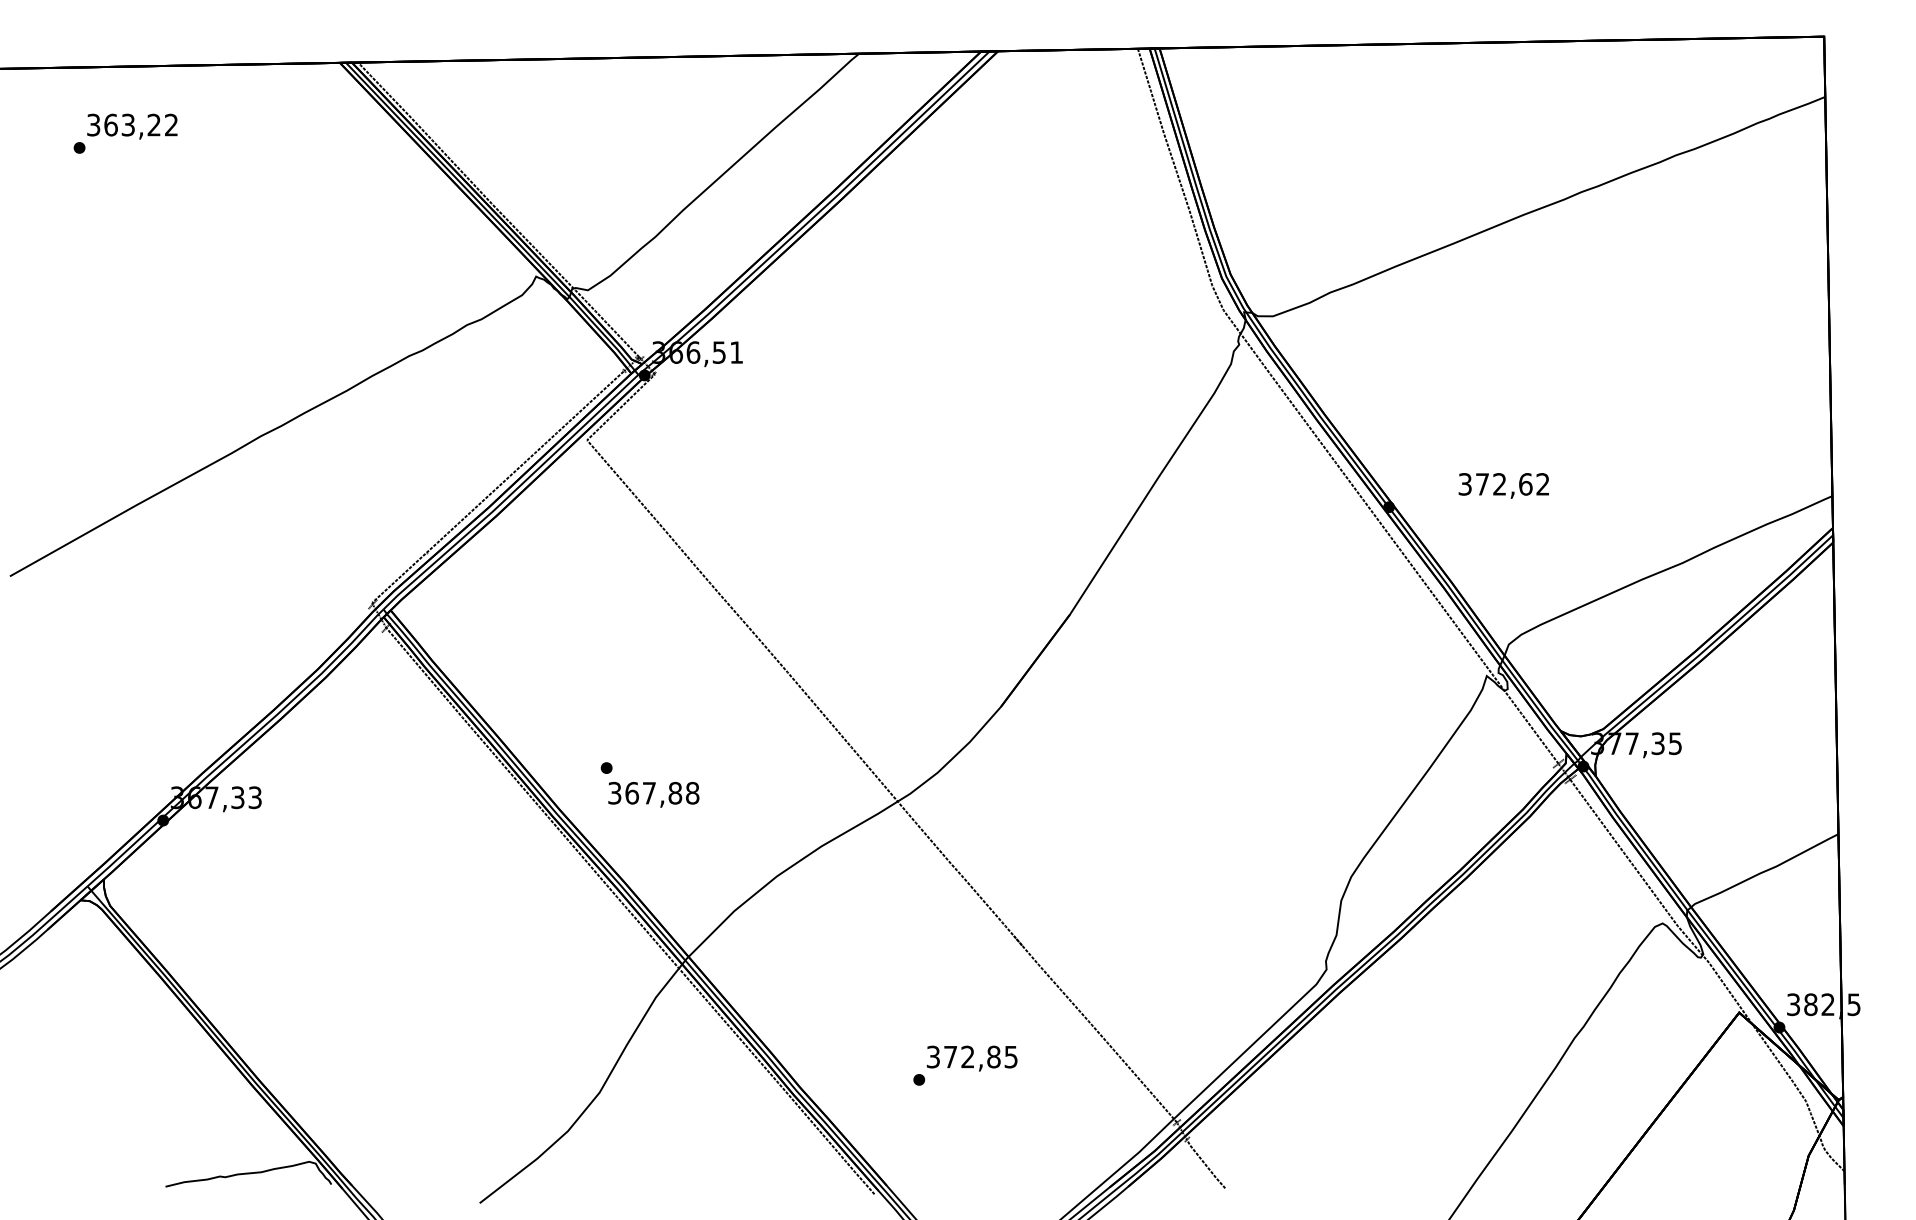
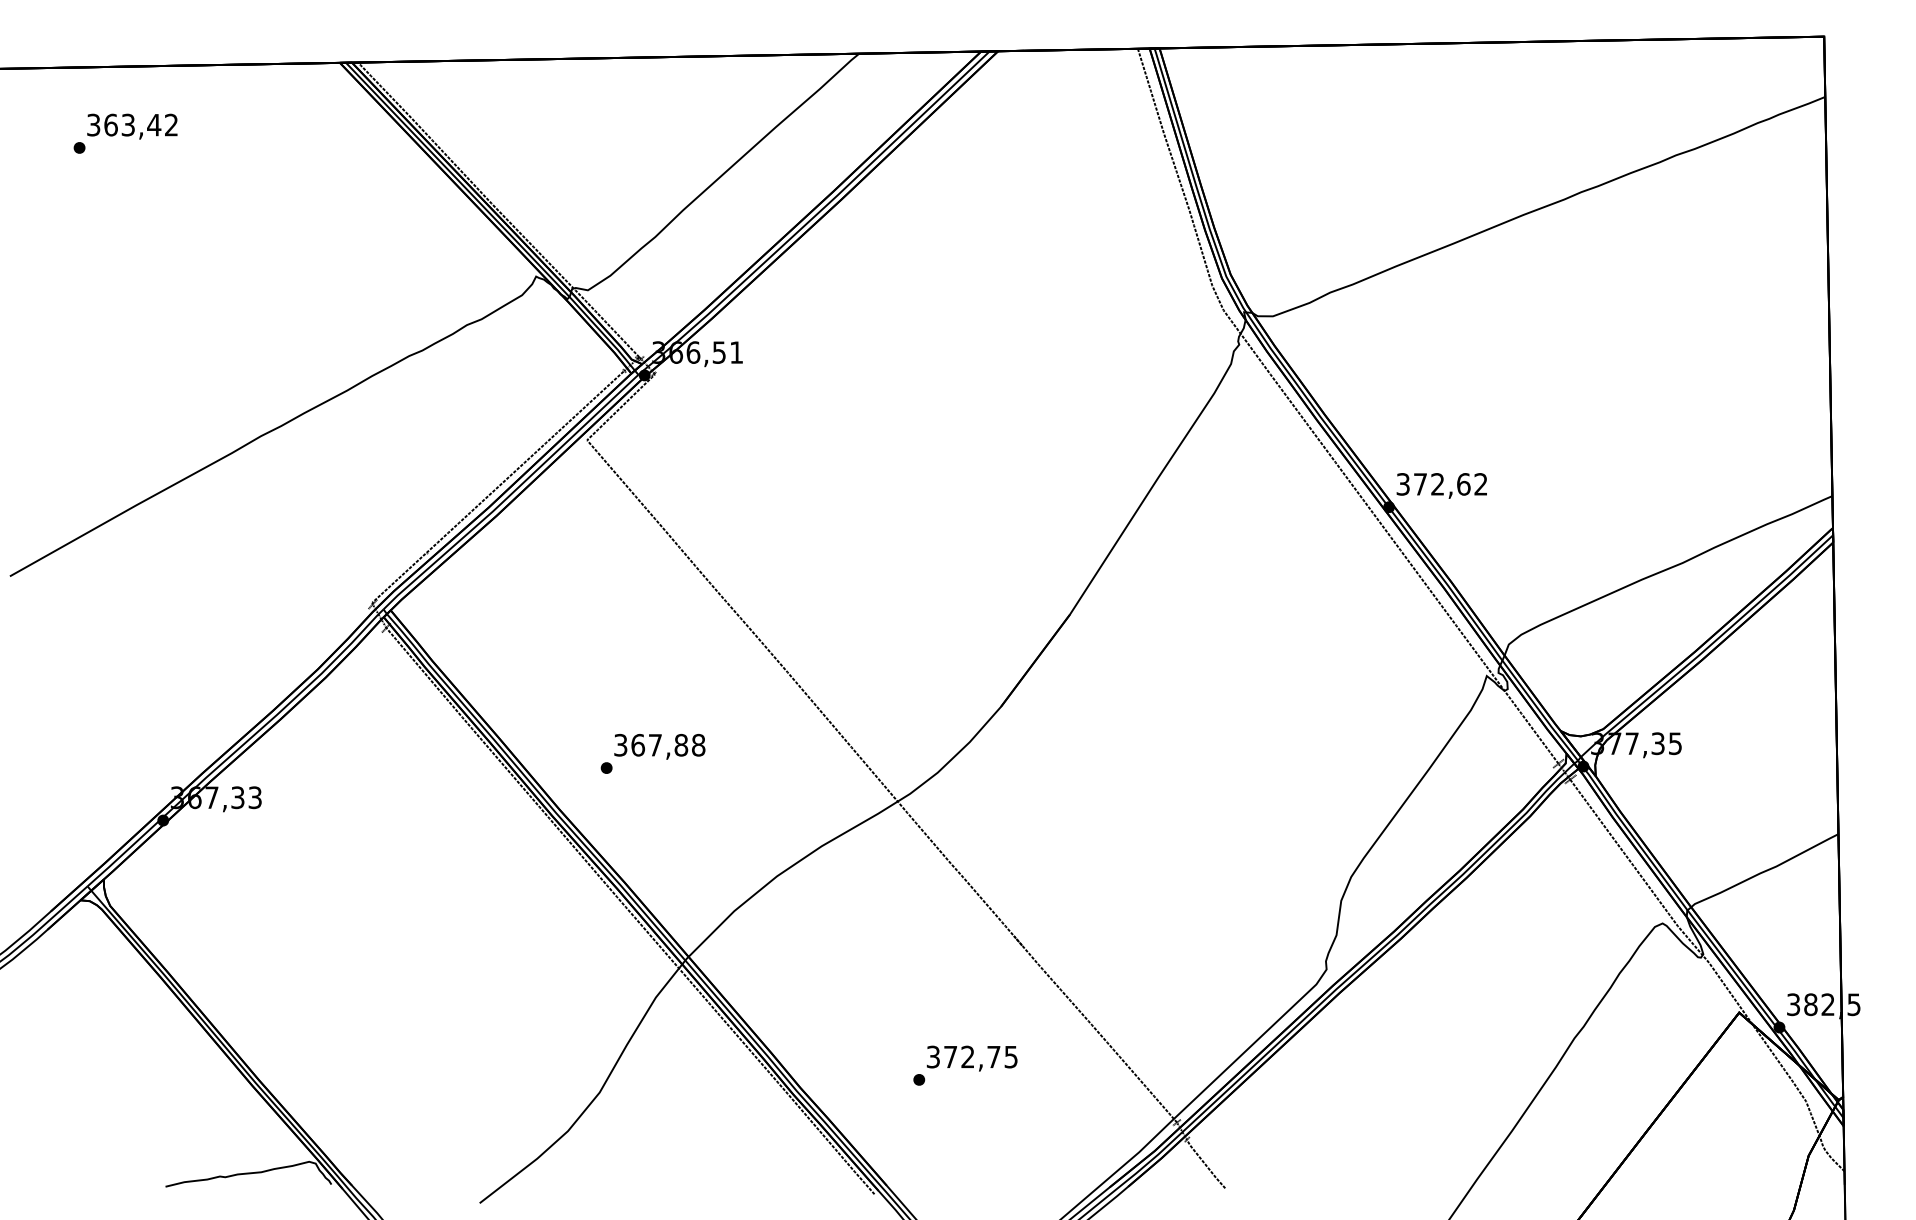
text at (154, 124): 363,22 -> 363,42
text at (1503, 485) position: (1503, 485) -> (1441, 485)
text at (653, 794) position: (653, 794) -> (659, 746)
text at (993, 1056): 372,85 -> 372,75
